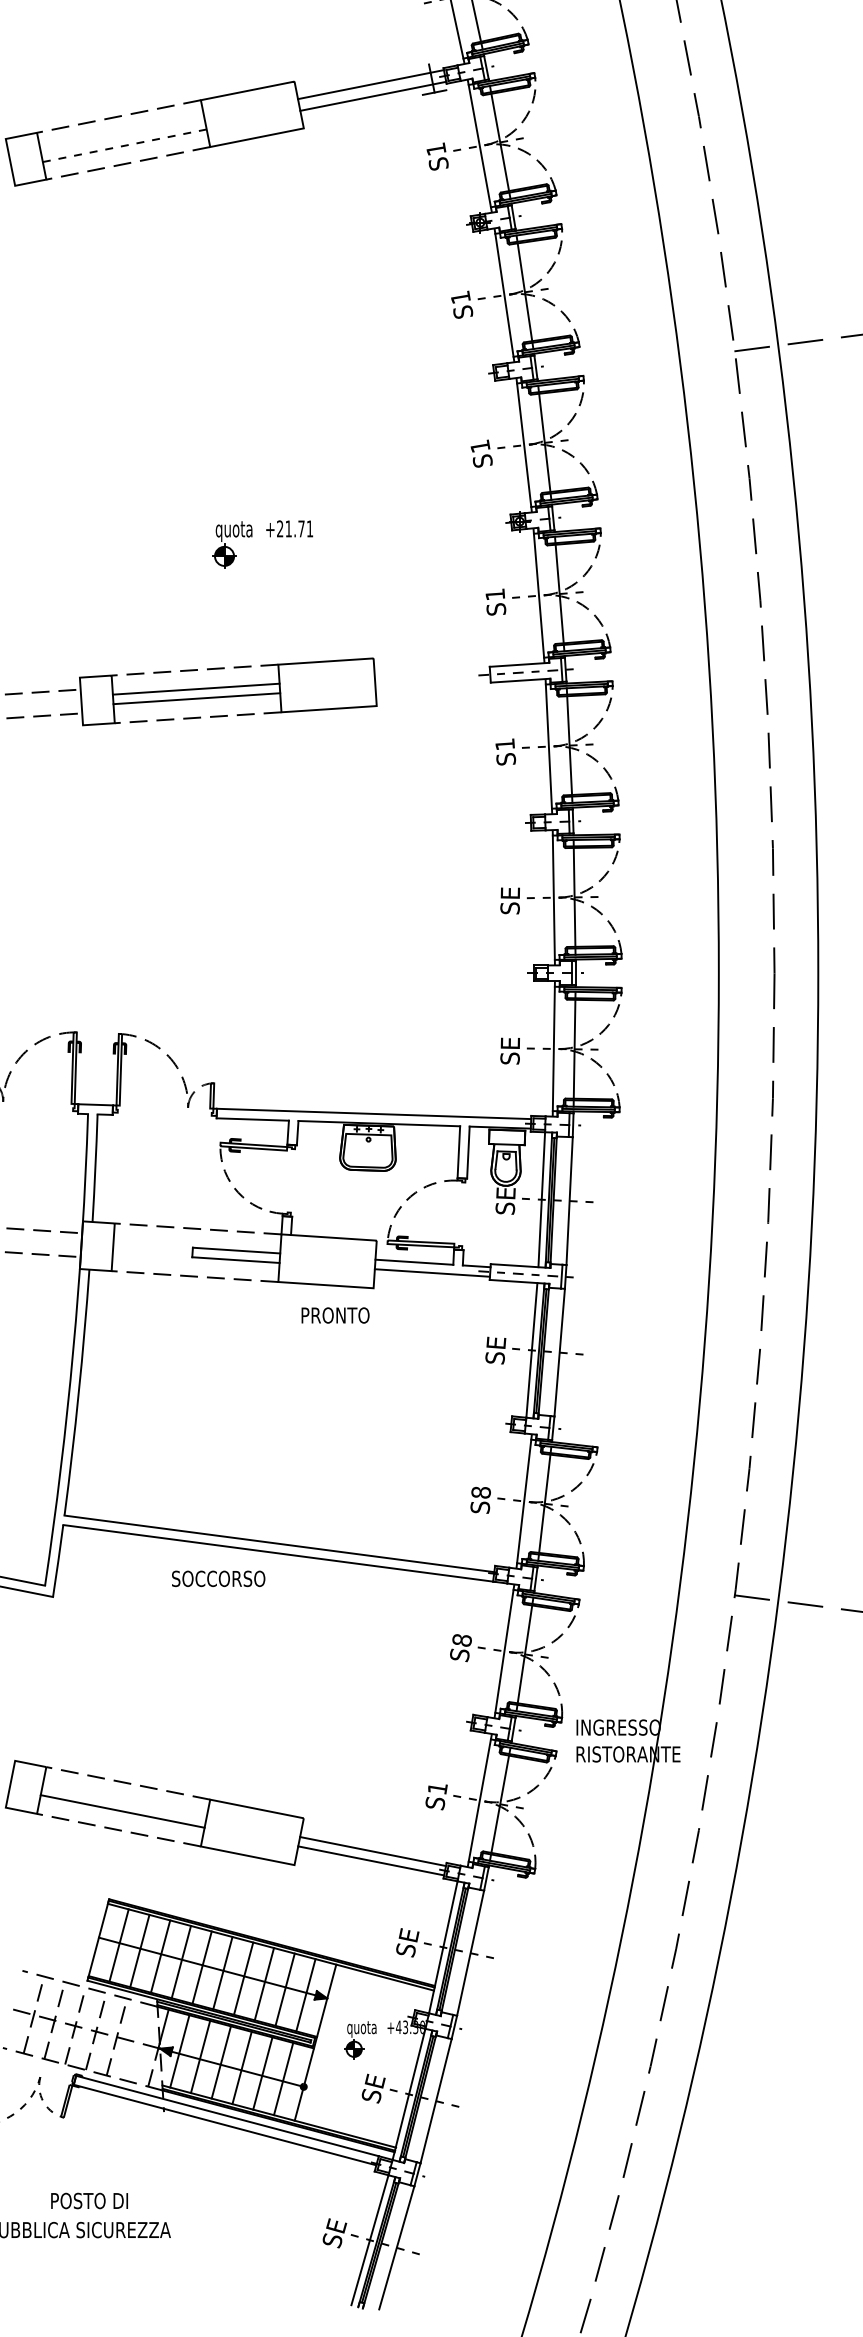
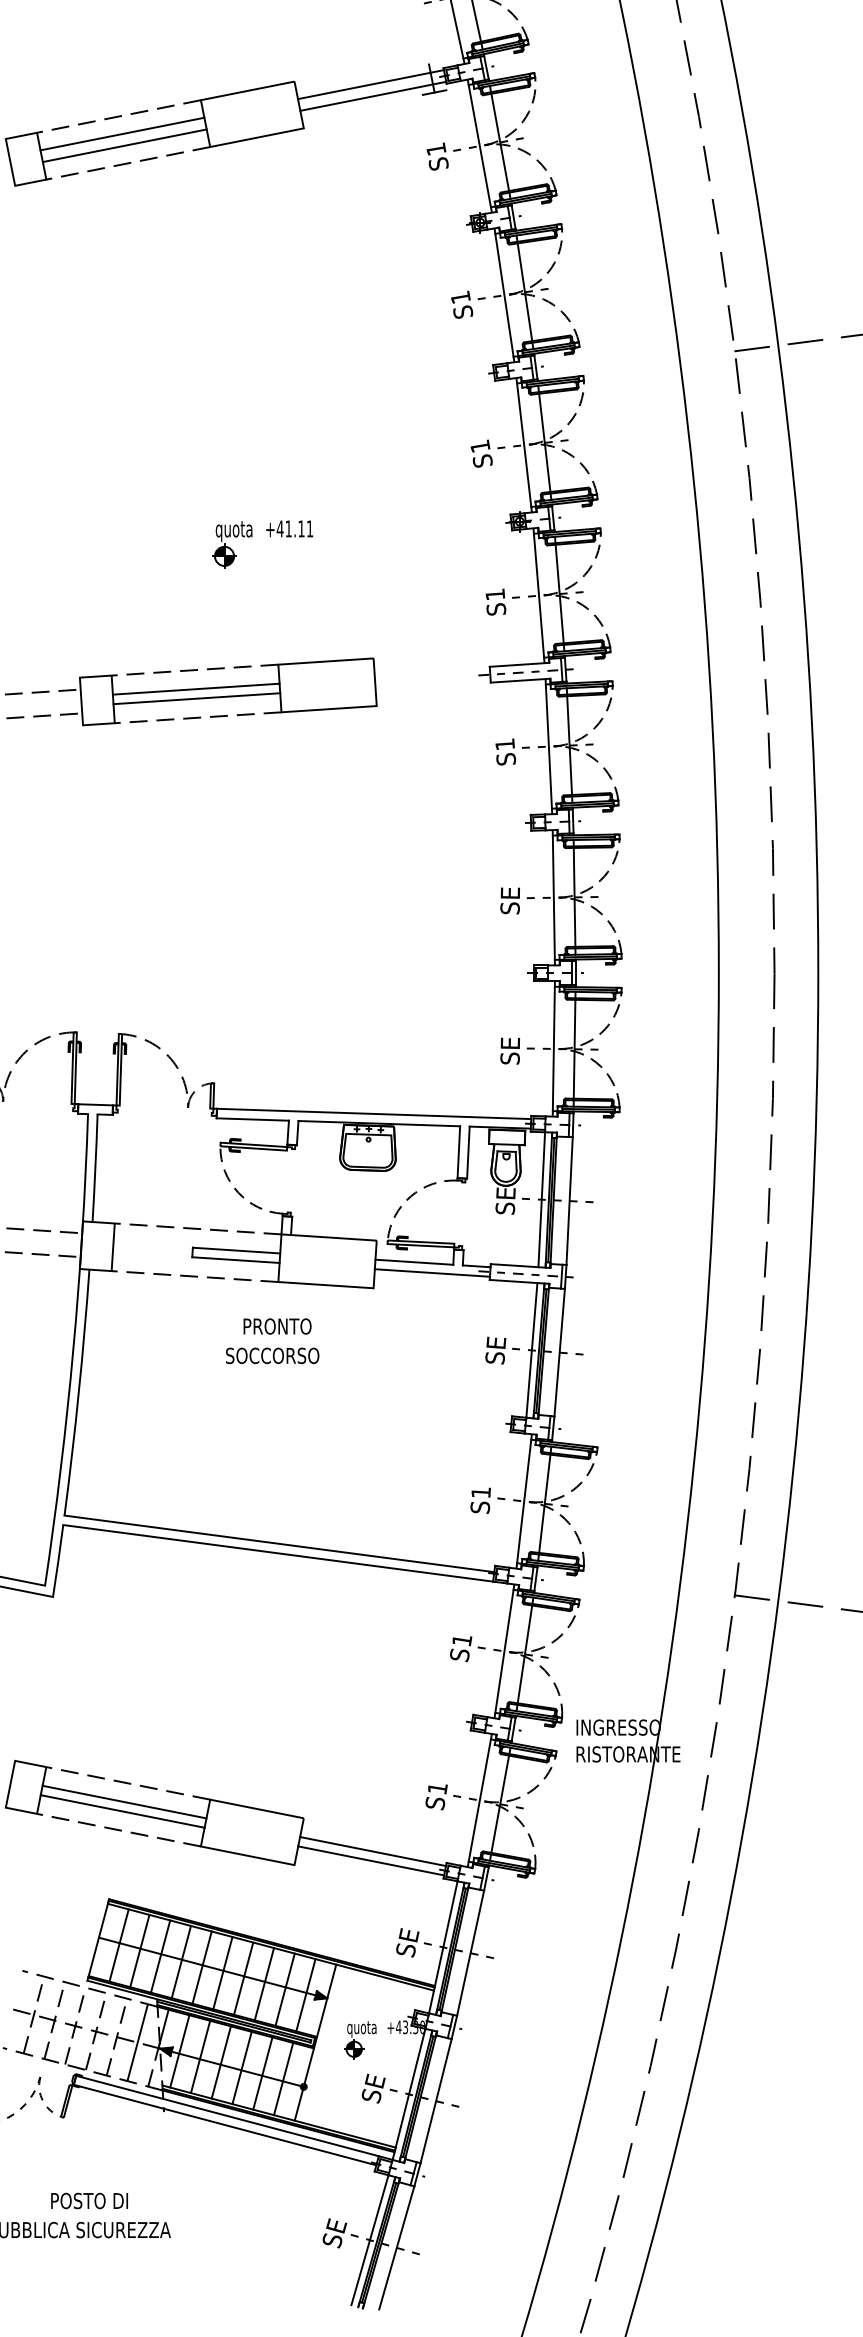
line at (122, 133): none -> present
line at (124, 145): dashed -> solid
text at (290, 528): +21.71 -> +41.11
text at (335, 1315) position: (335, 1315) -> (277, 1326)
text at (480, 1492): S8 -> S1
text at (218, 1578) position: (218, 1578) -> (272, 1355)
text at (462, 1640): S8 -> S1
line at (124, 1801): none -> present
line at (137, 2042): none -> present
